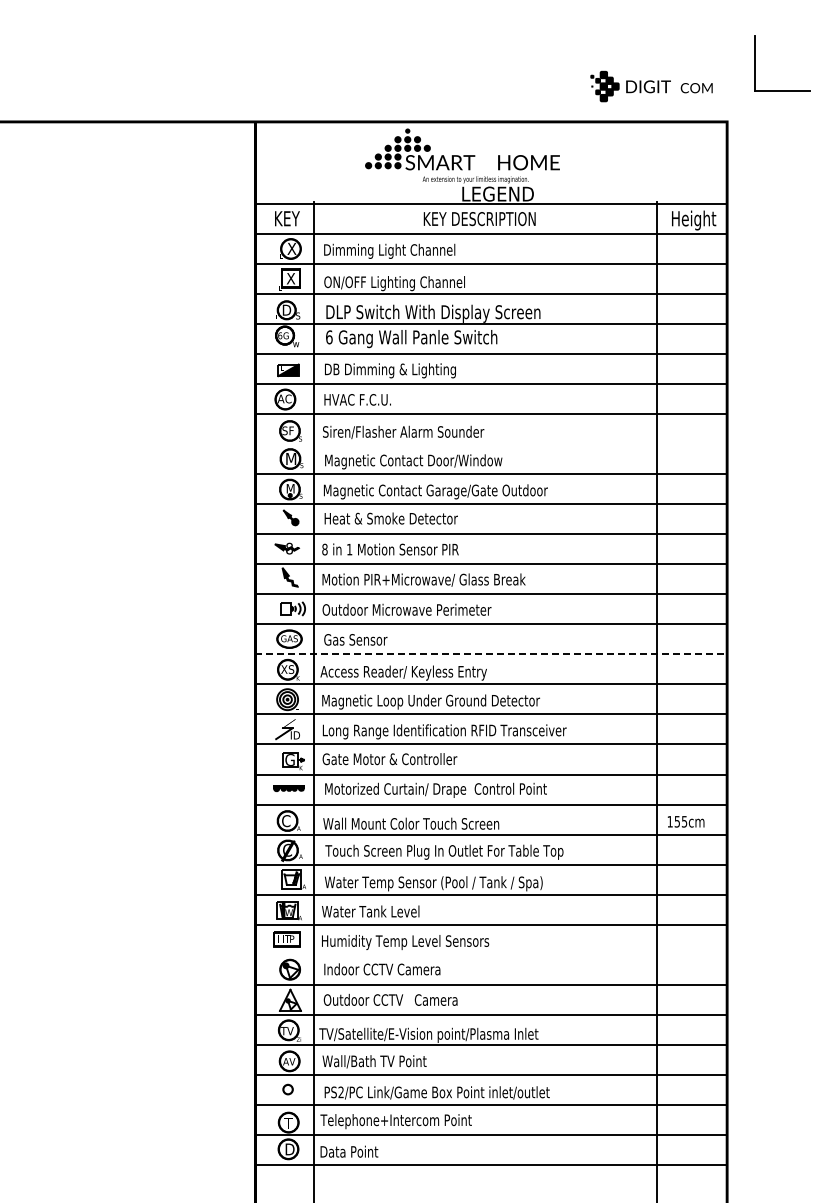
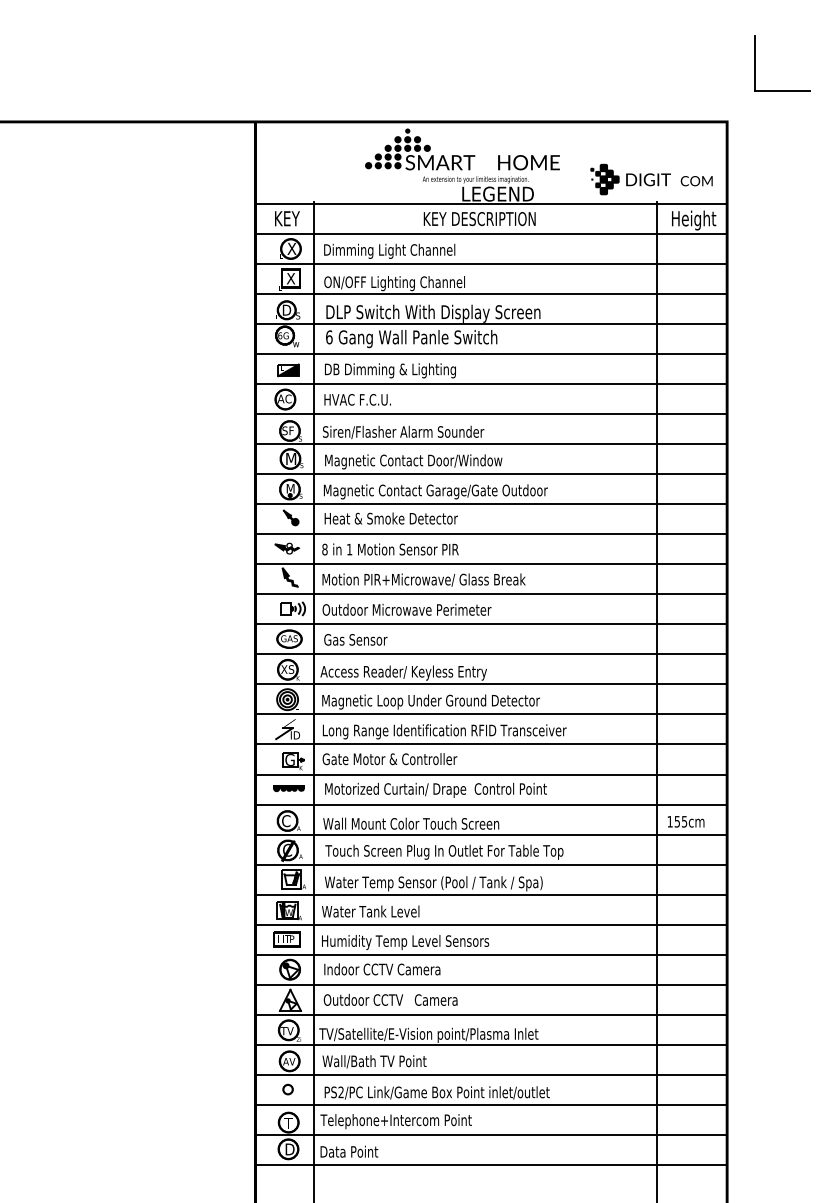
part at (651, 86) position: (651, 86) -> (651, 179)
line at (491, 444): none -> present
line at (491, 654): dashed -> solid
line at (491, 954): none -> present
